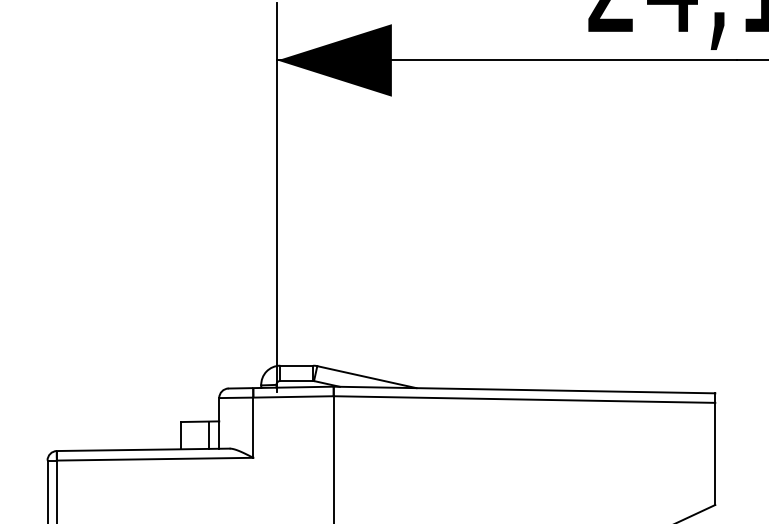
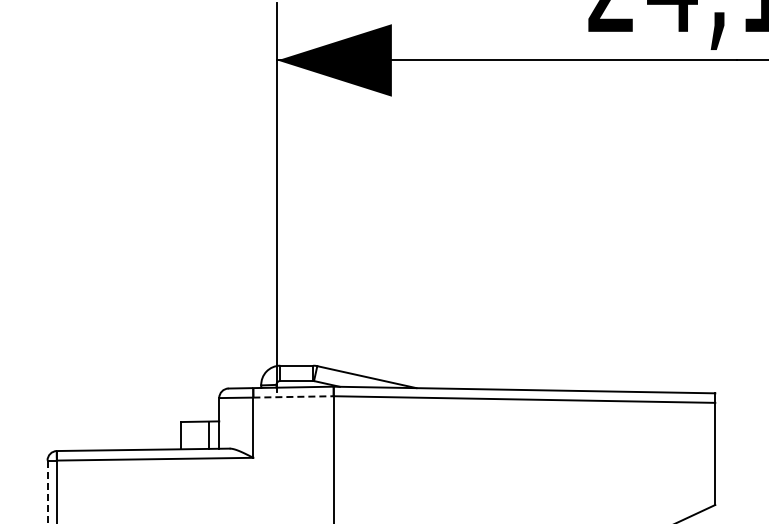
line at (294, 396): solid -> dashed
line at (47, 492): solid -> dashed
